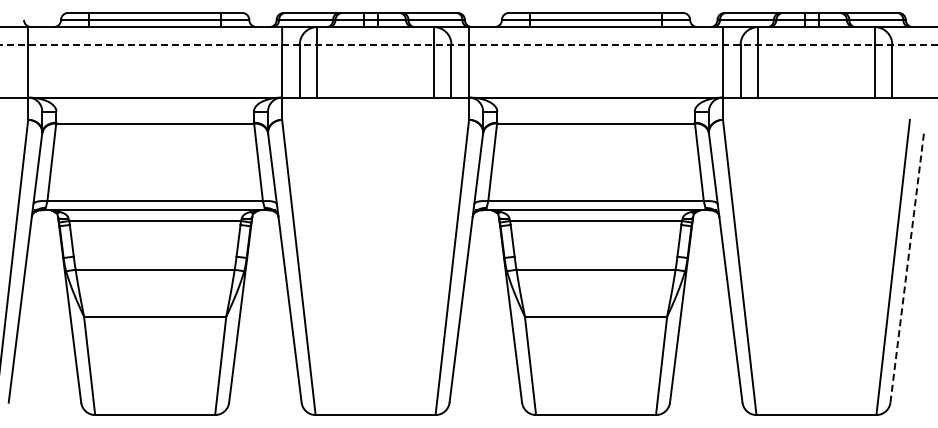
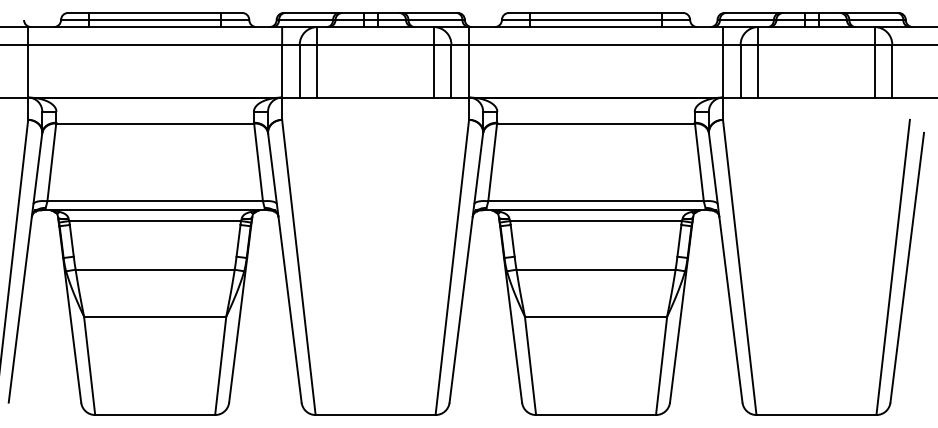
line at (468, 44): dashed -> solid
line at (907, 267): dashed -> solid
